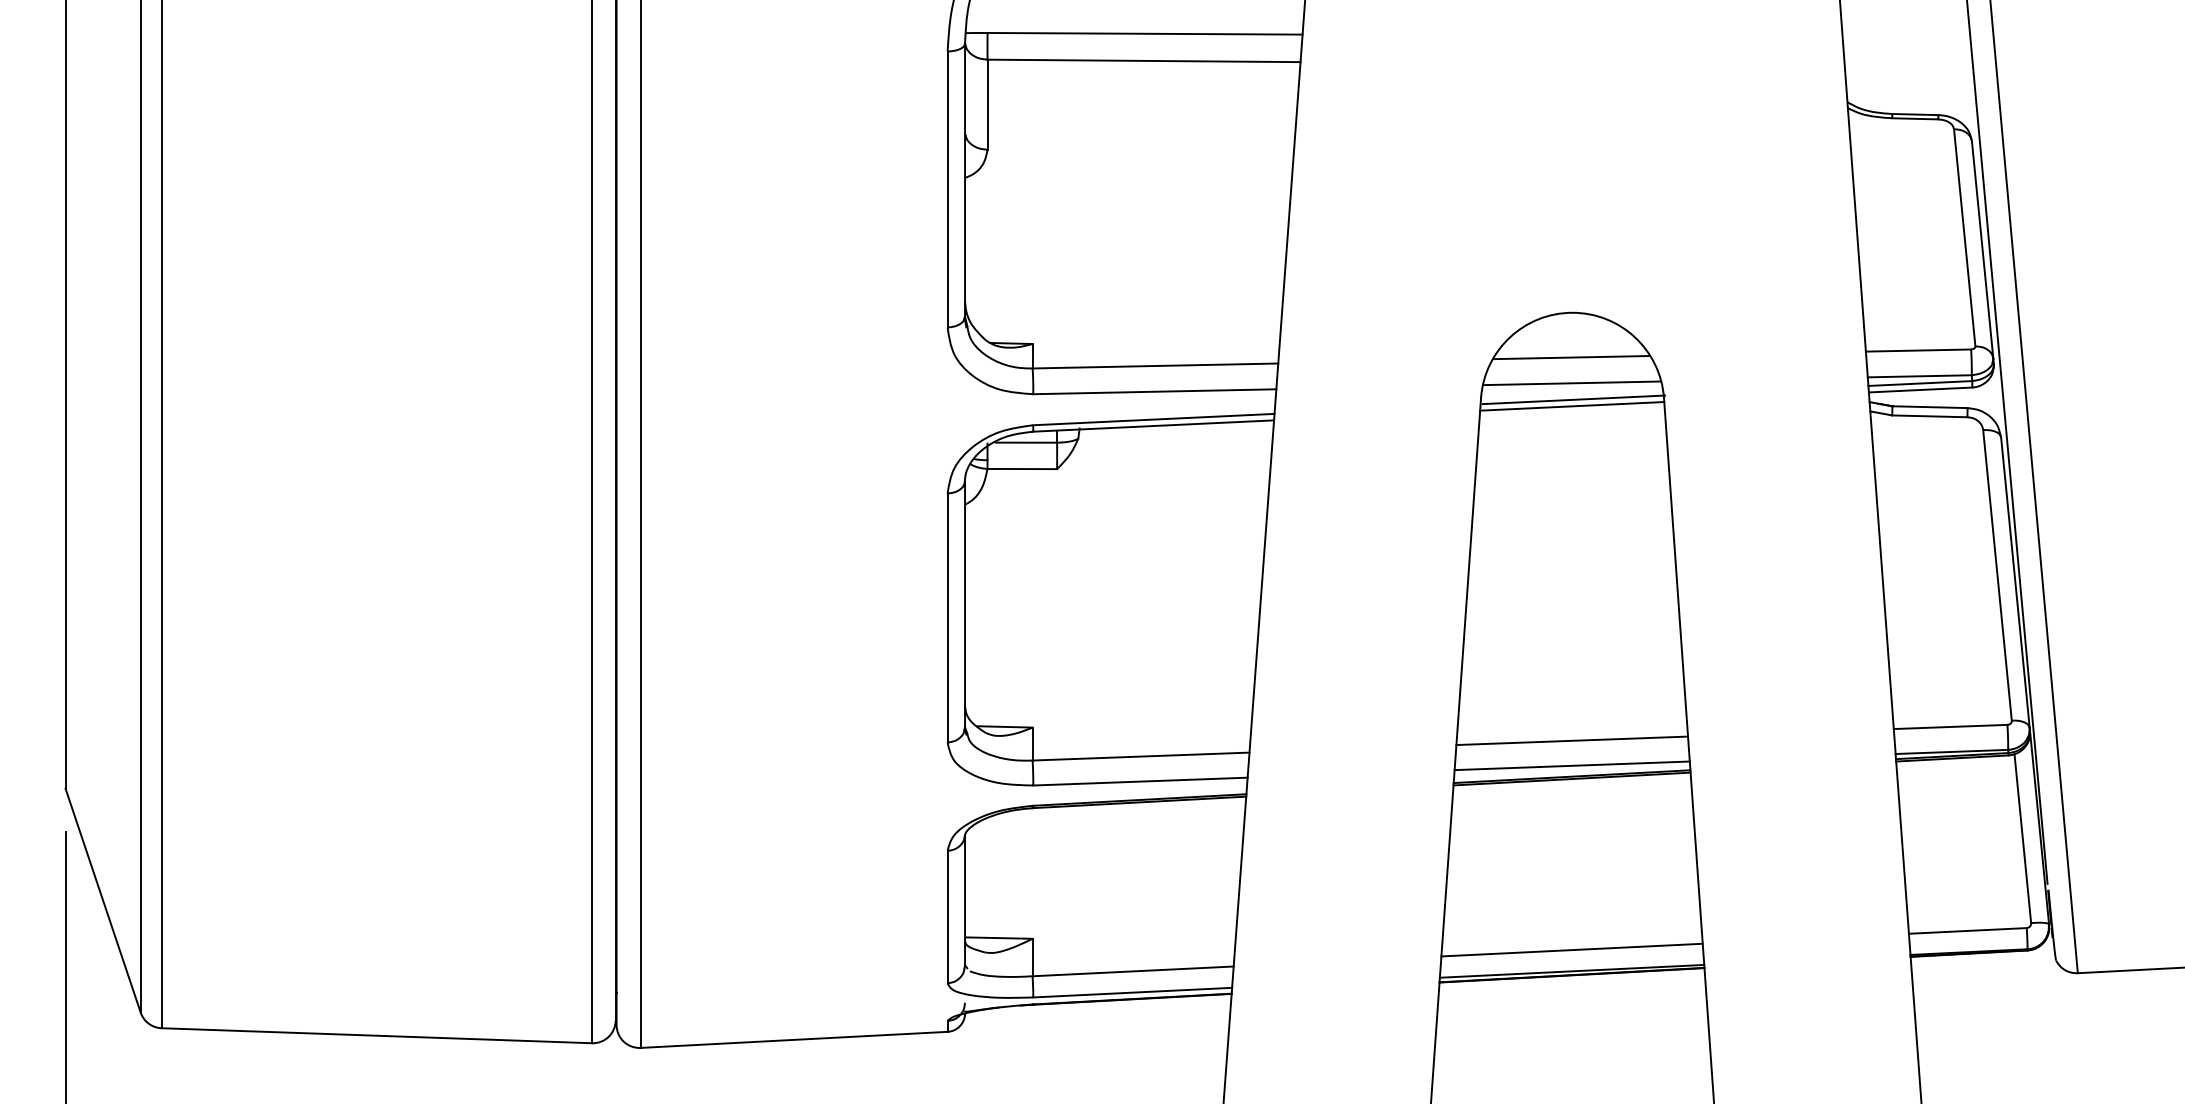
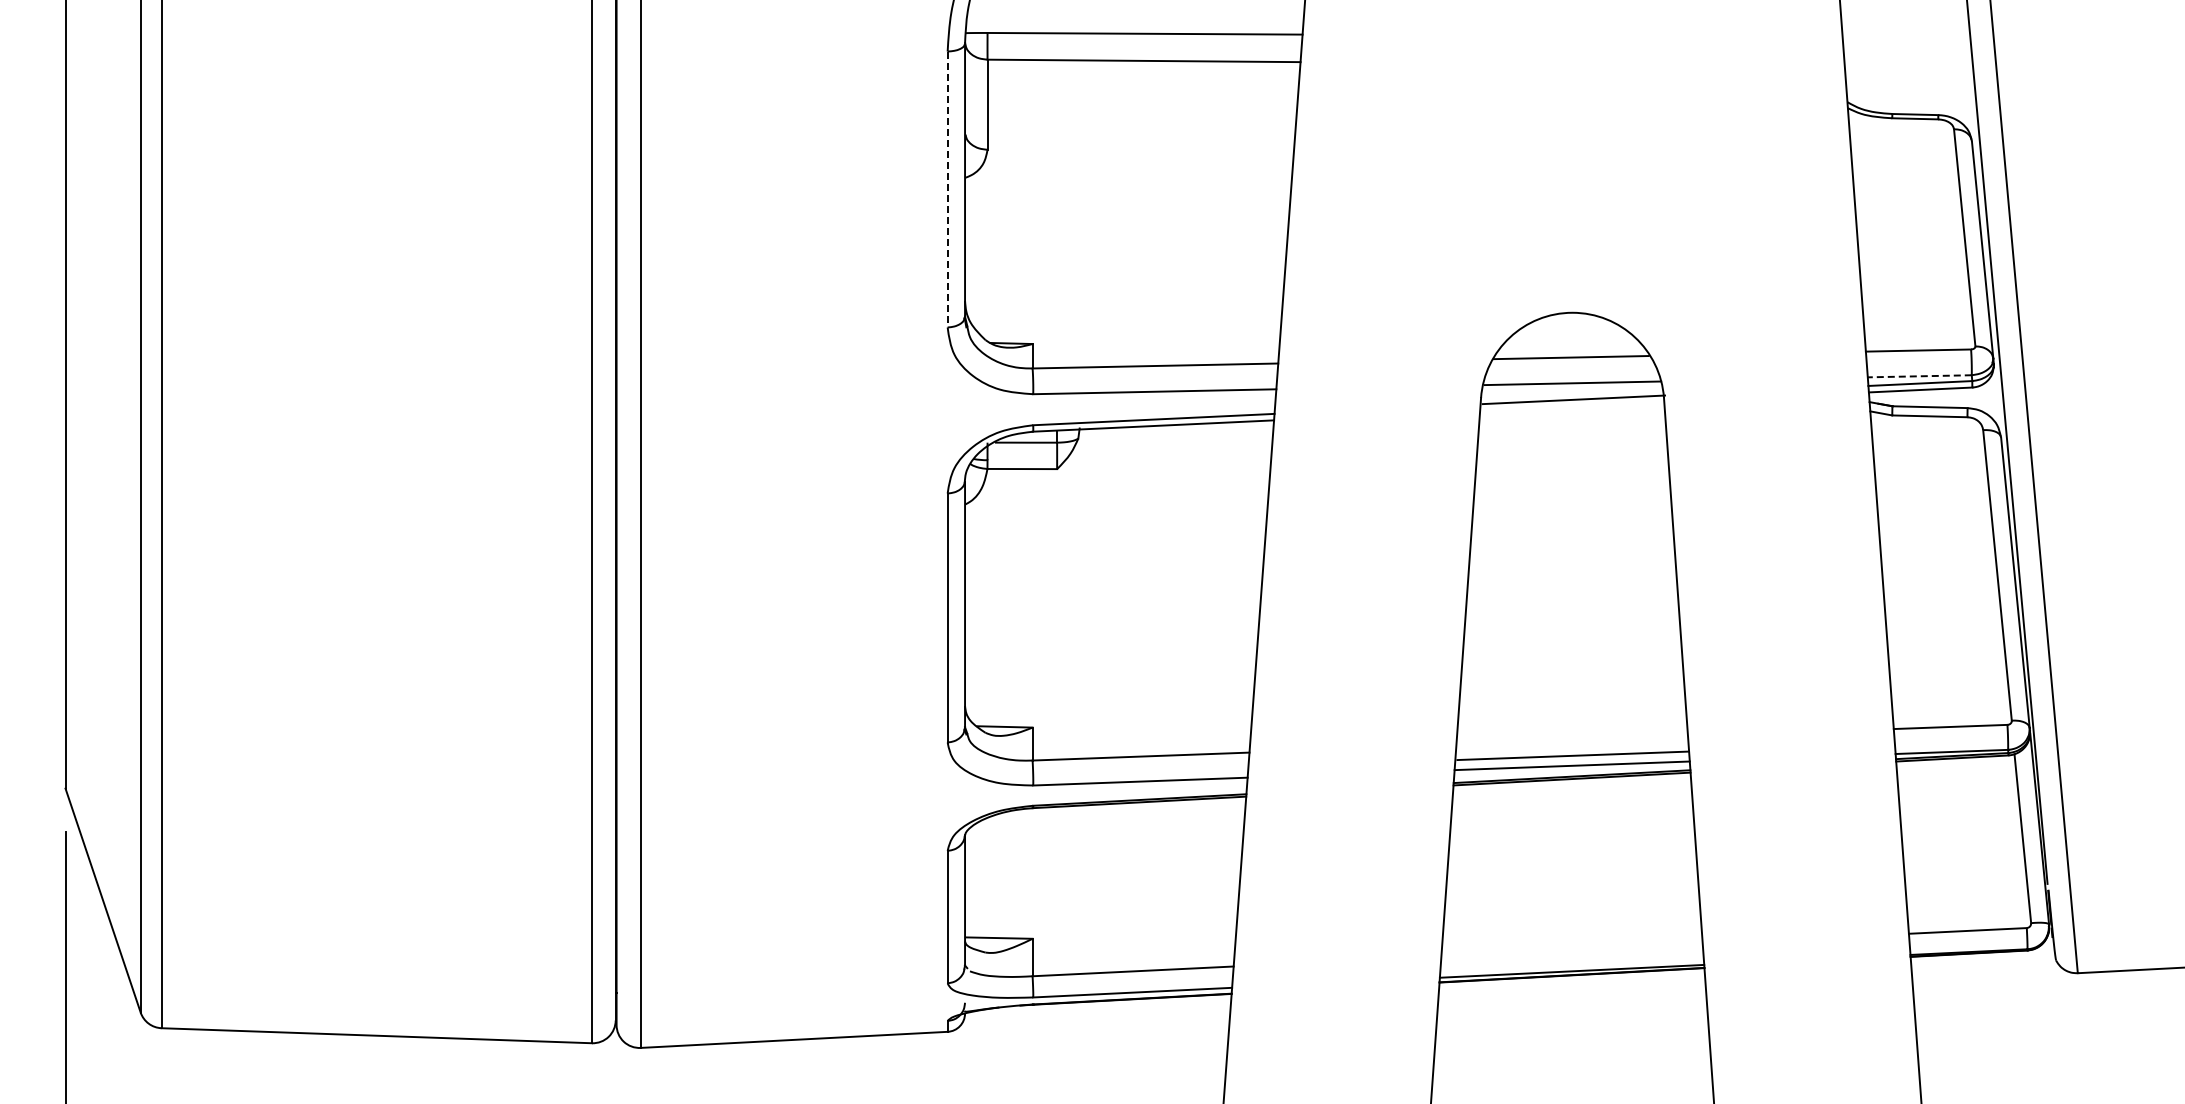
line at (947, 189): solid -> dashed
line at (1919, 376): solid -> dashed
line at (1572, 406): present -> none
line at (1572, 740) position: (1572, 740) -> (1573, 755)
line at (1571, 949): present -> none
